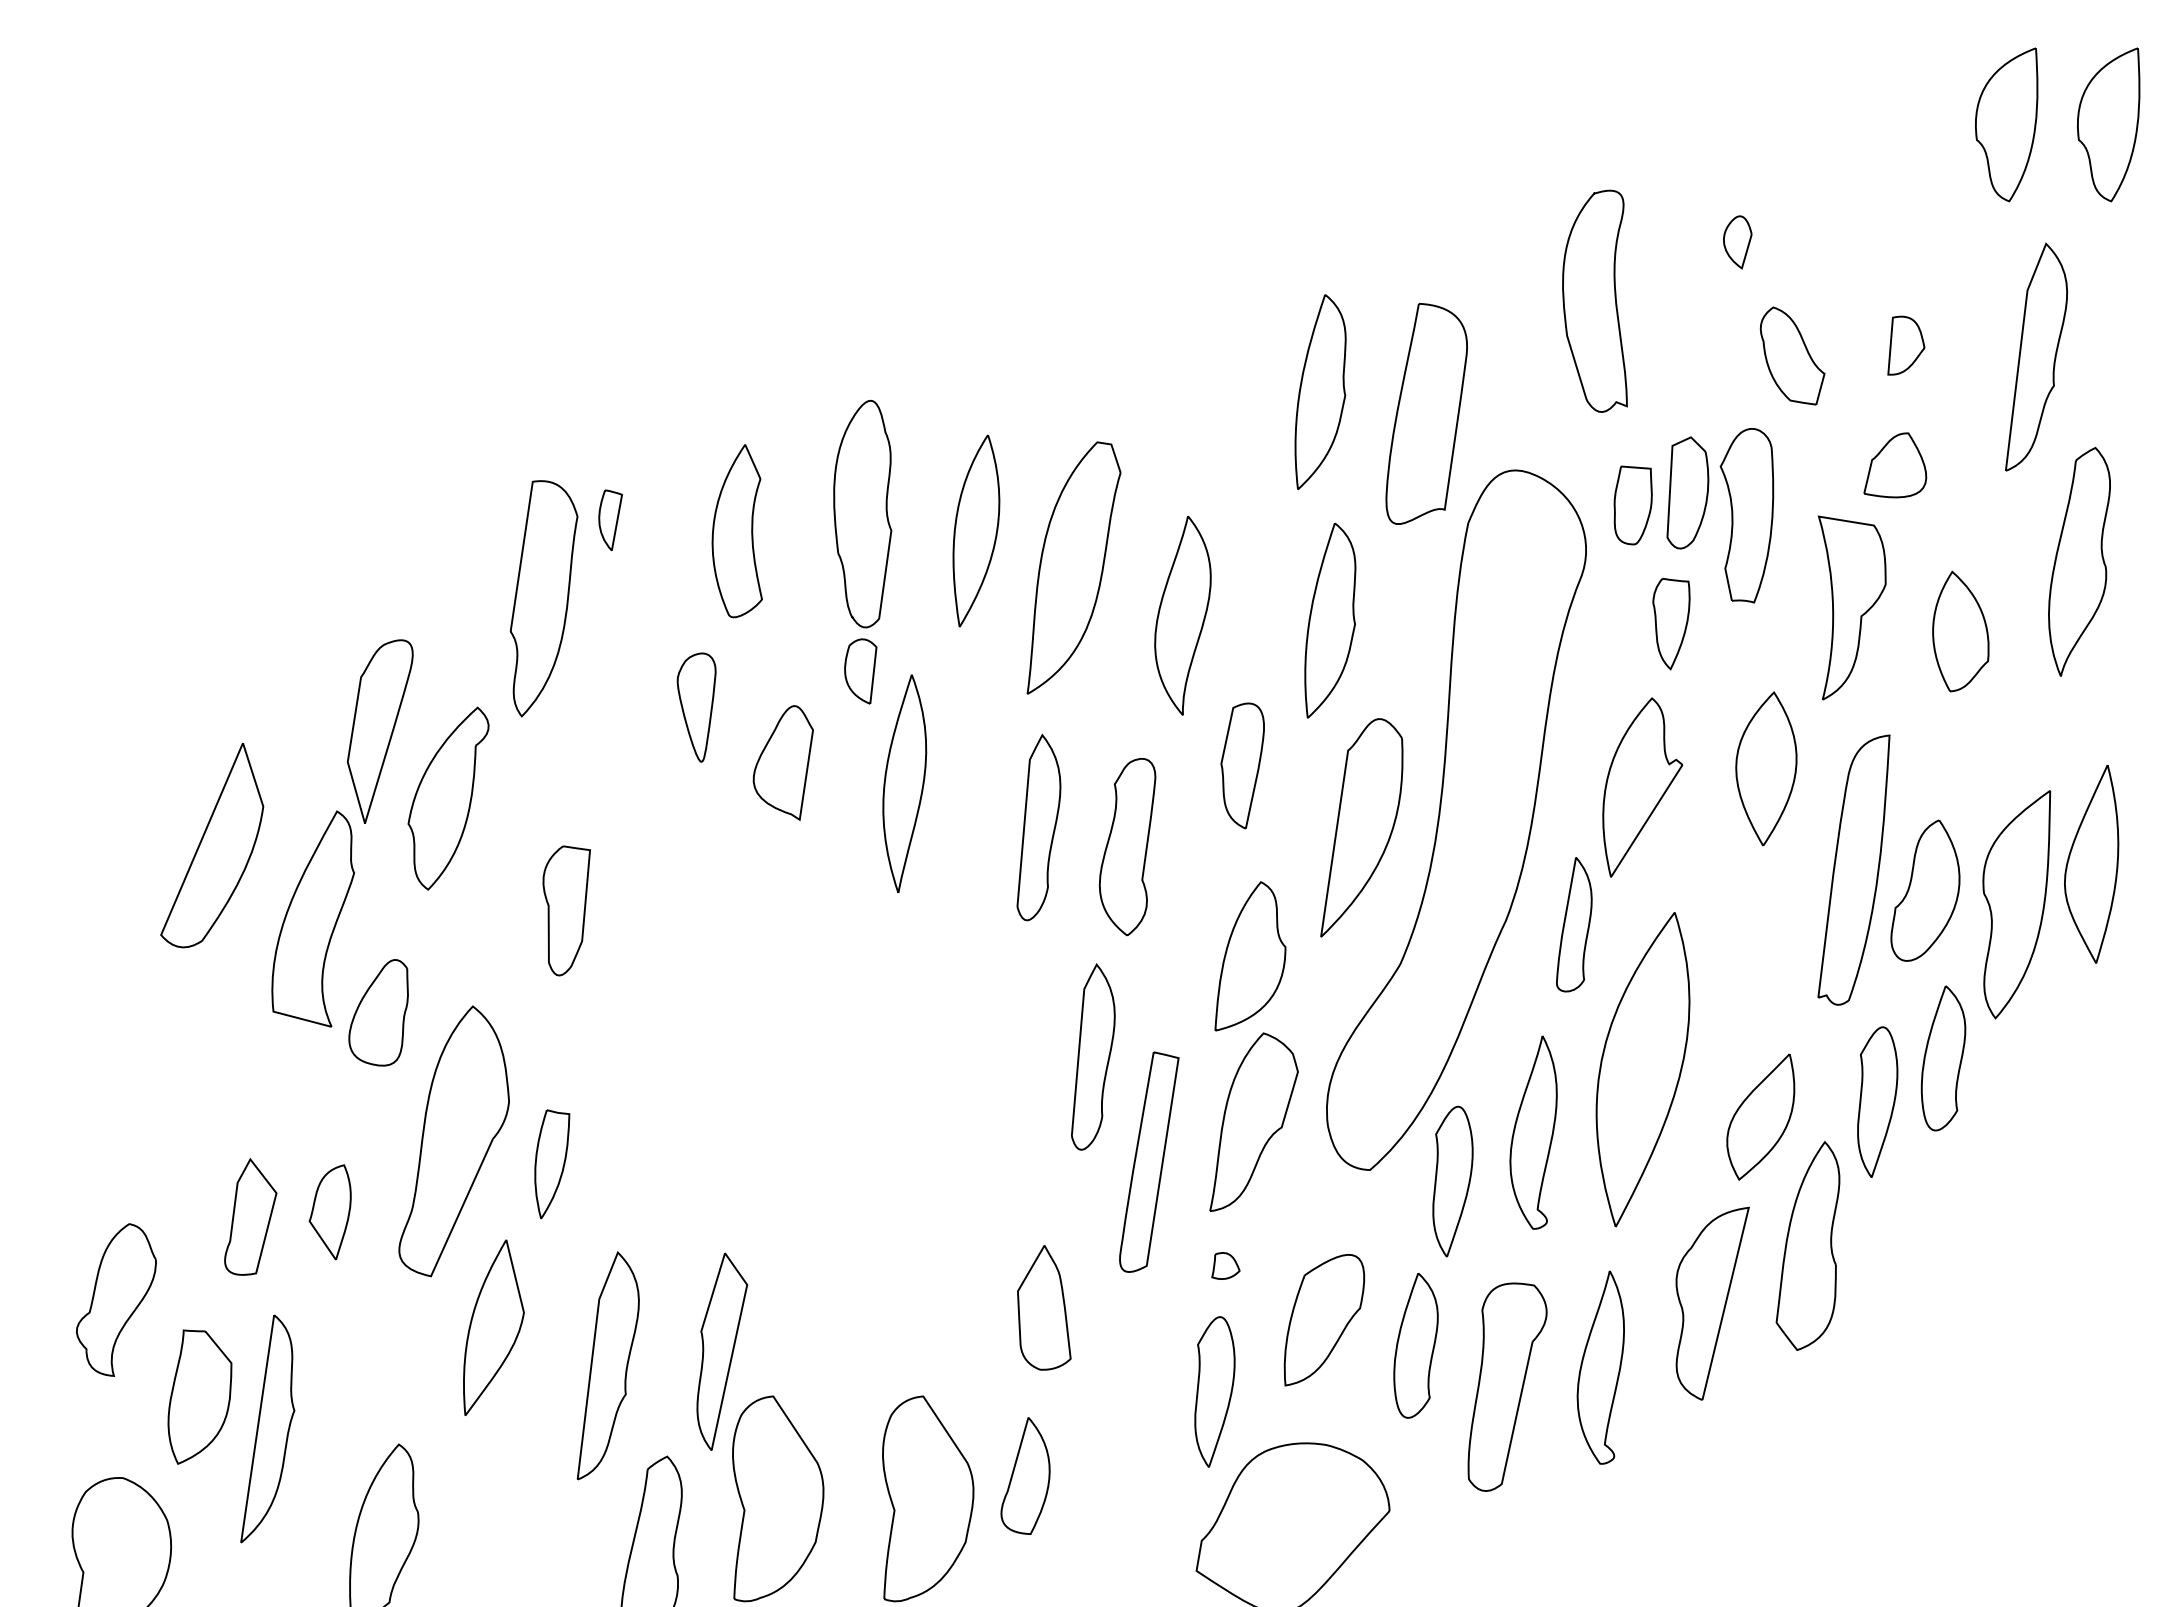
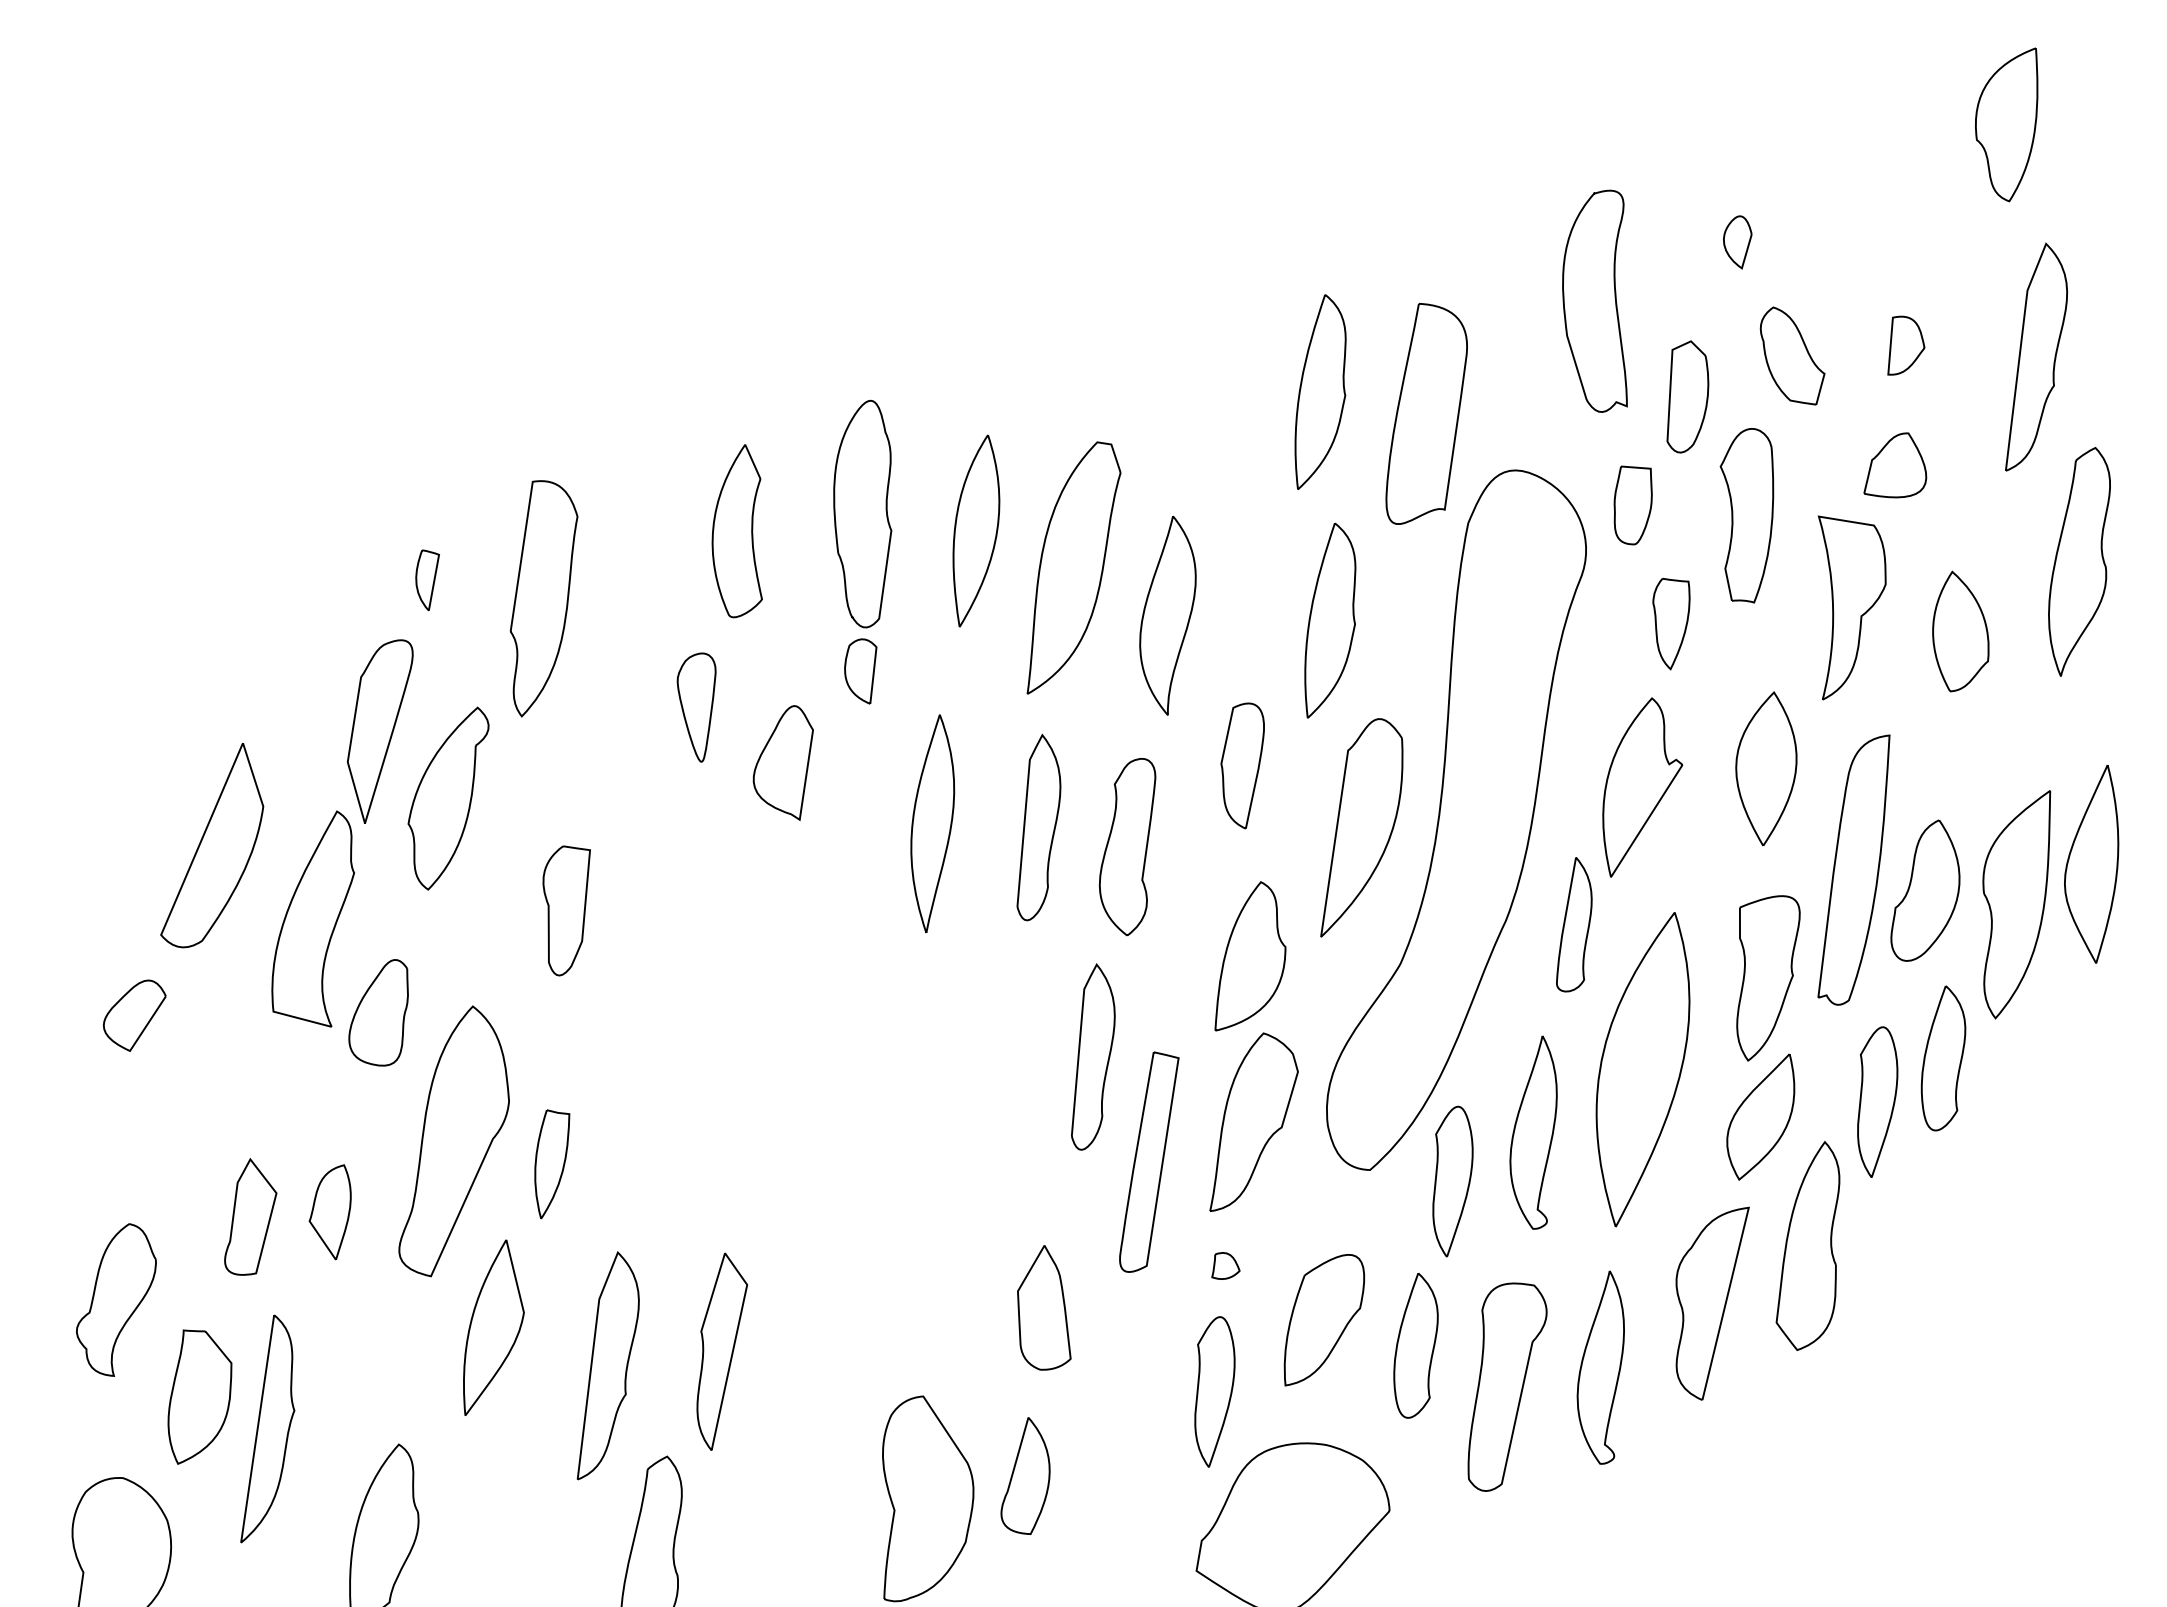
part at (2108, 124): present -> none
part at (1687, 492) position: (1687, 492) -> (1687, 396)
part at (610, 520) position: (610, 520) -> (427, 580)
part at (1182, 615) position: (1182, 615) -> (1167, 615)
part at (904, 783) position: (904, 783) -> (932, 823)
part at (1768, 978): none -> present
part at (134, 1015): none -> present
part at (778, 1498): present -> none
